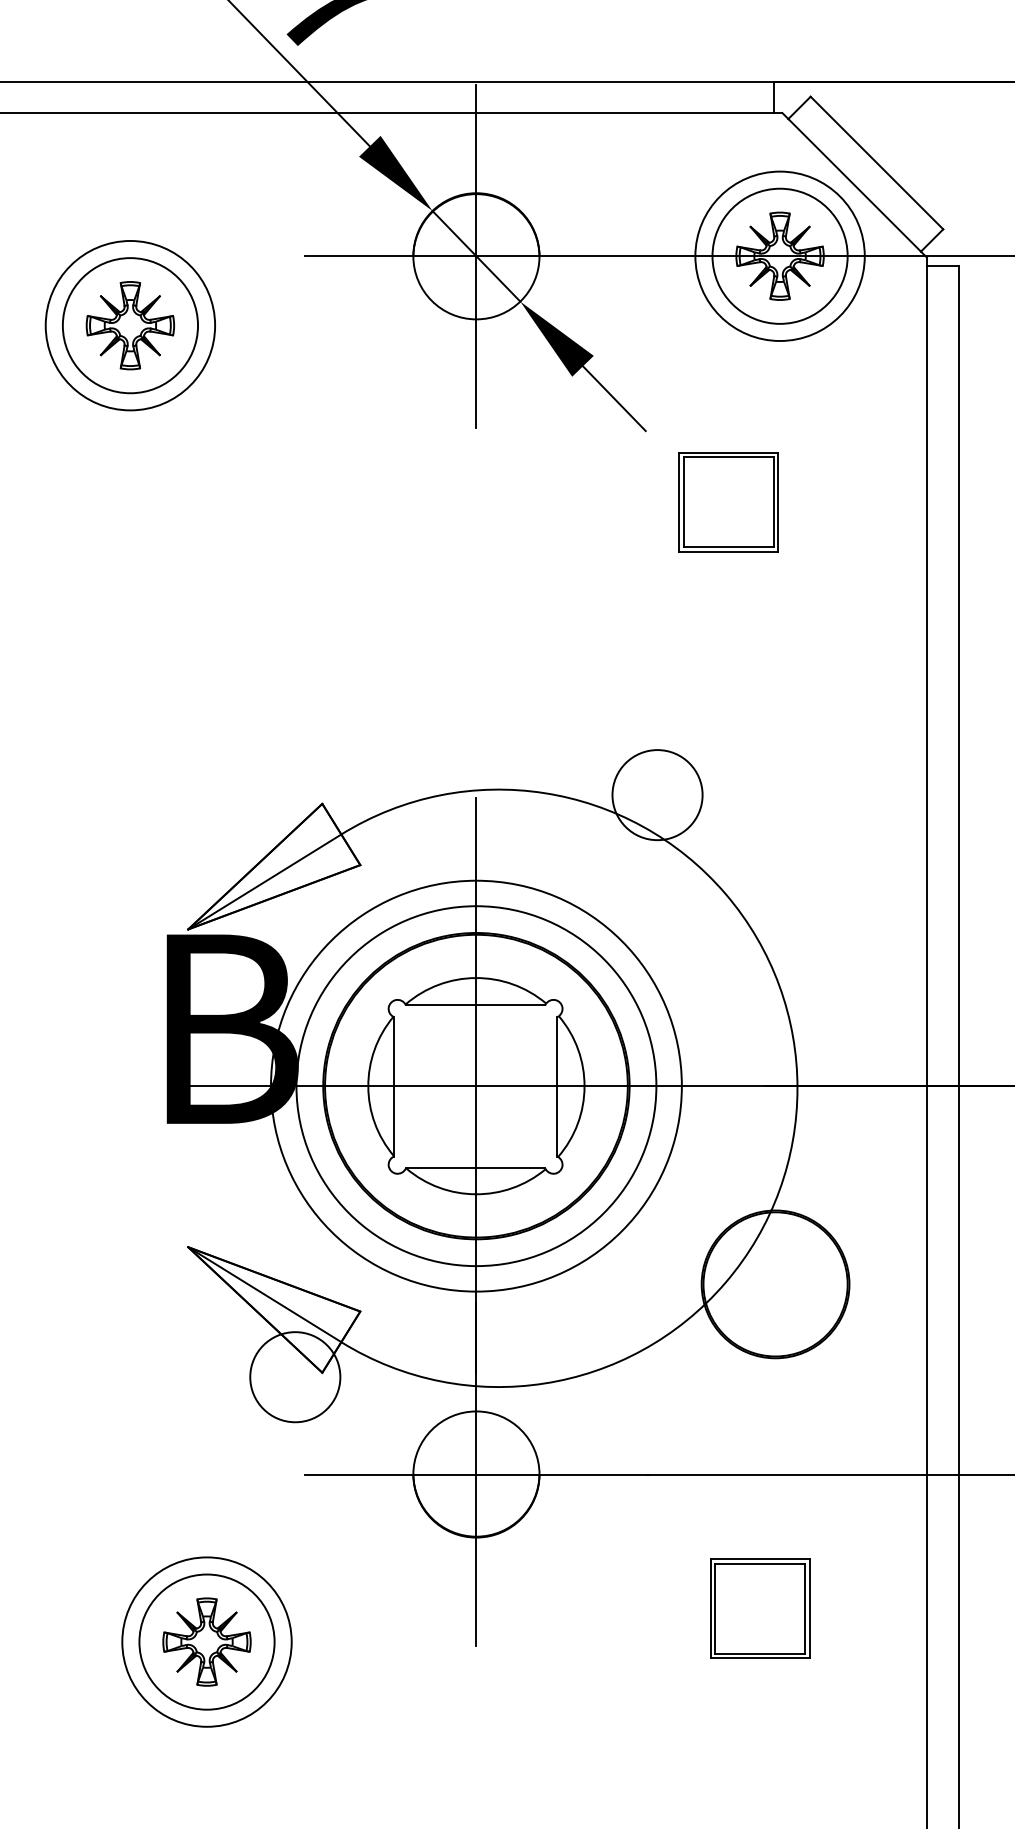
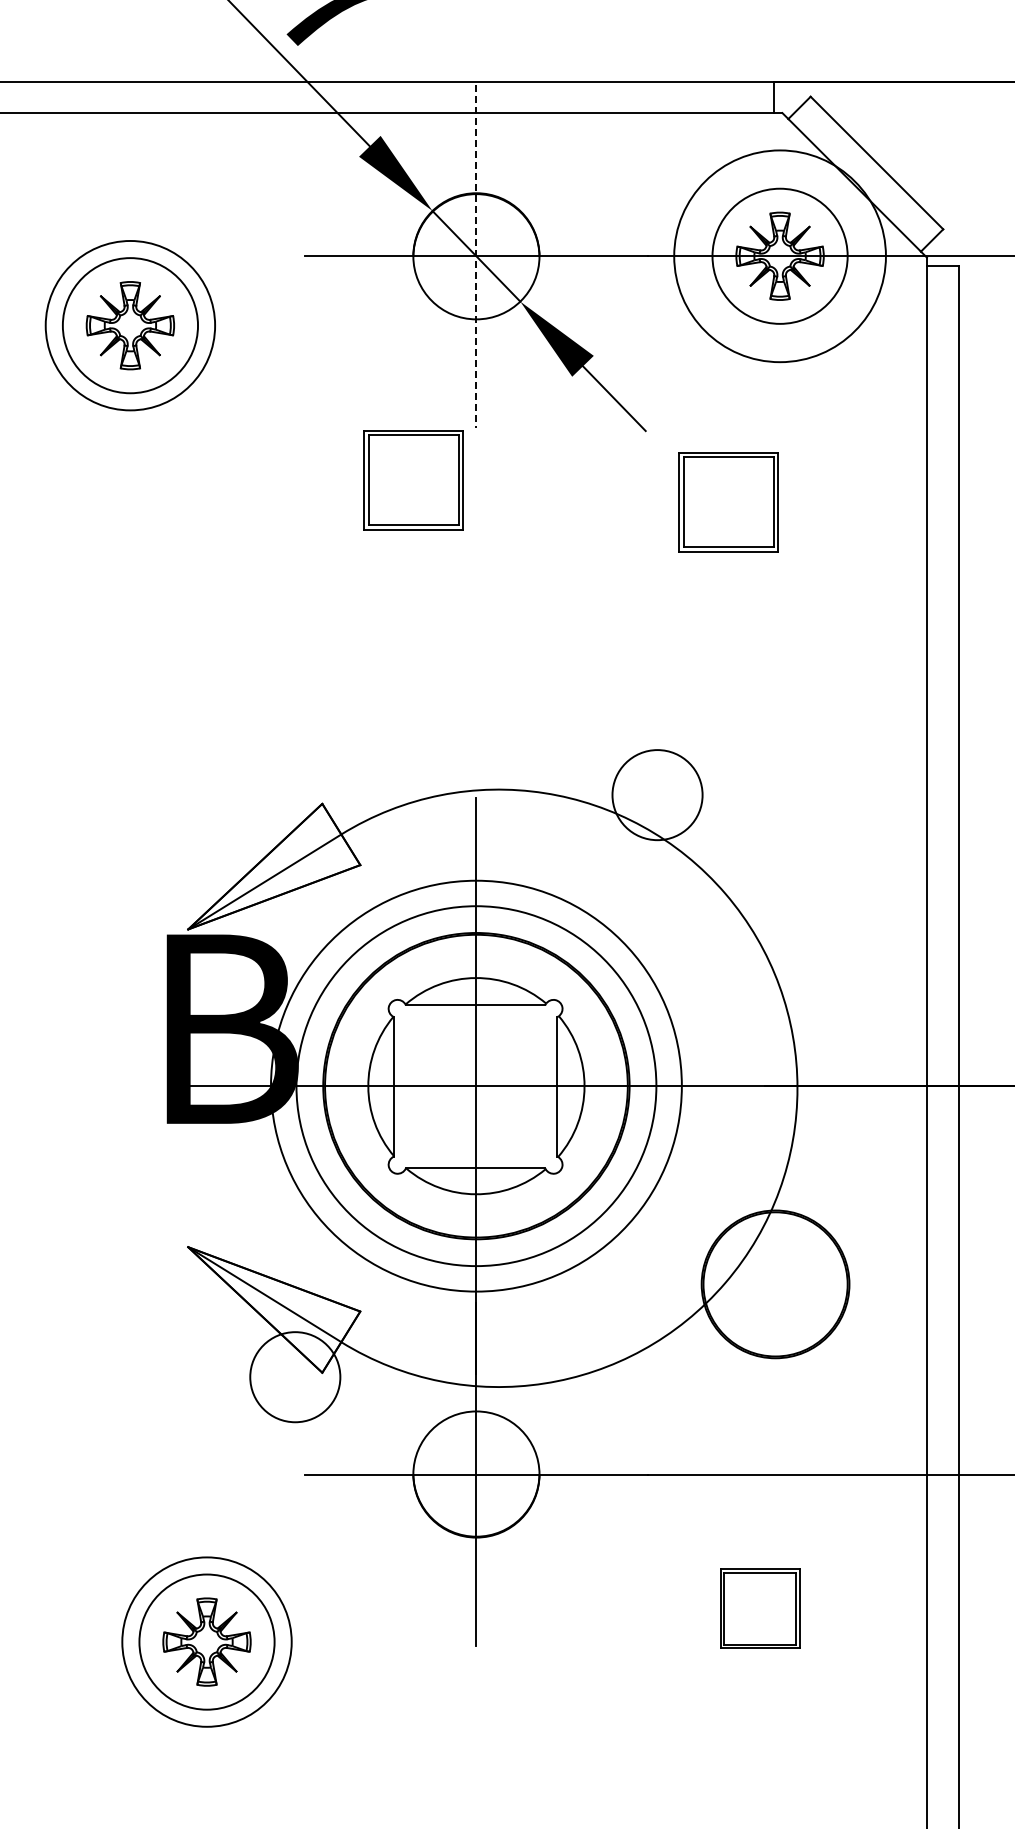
line at (476, 256): solid -> dashed
circle at (779, 256) diameter: 169 px -> 212 px
part at (413, 480): none -> present
part at (760, 1608) size: 101x101 px -> 81x81 px
